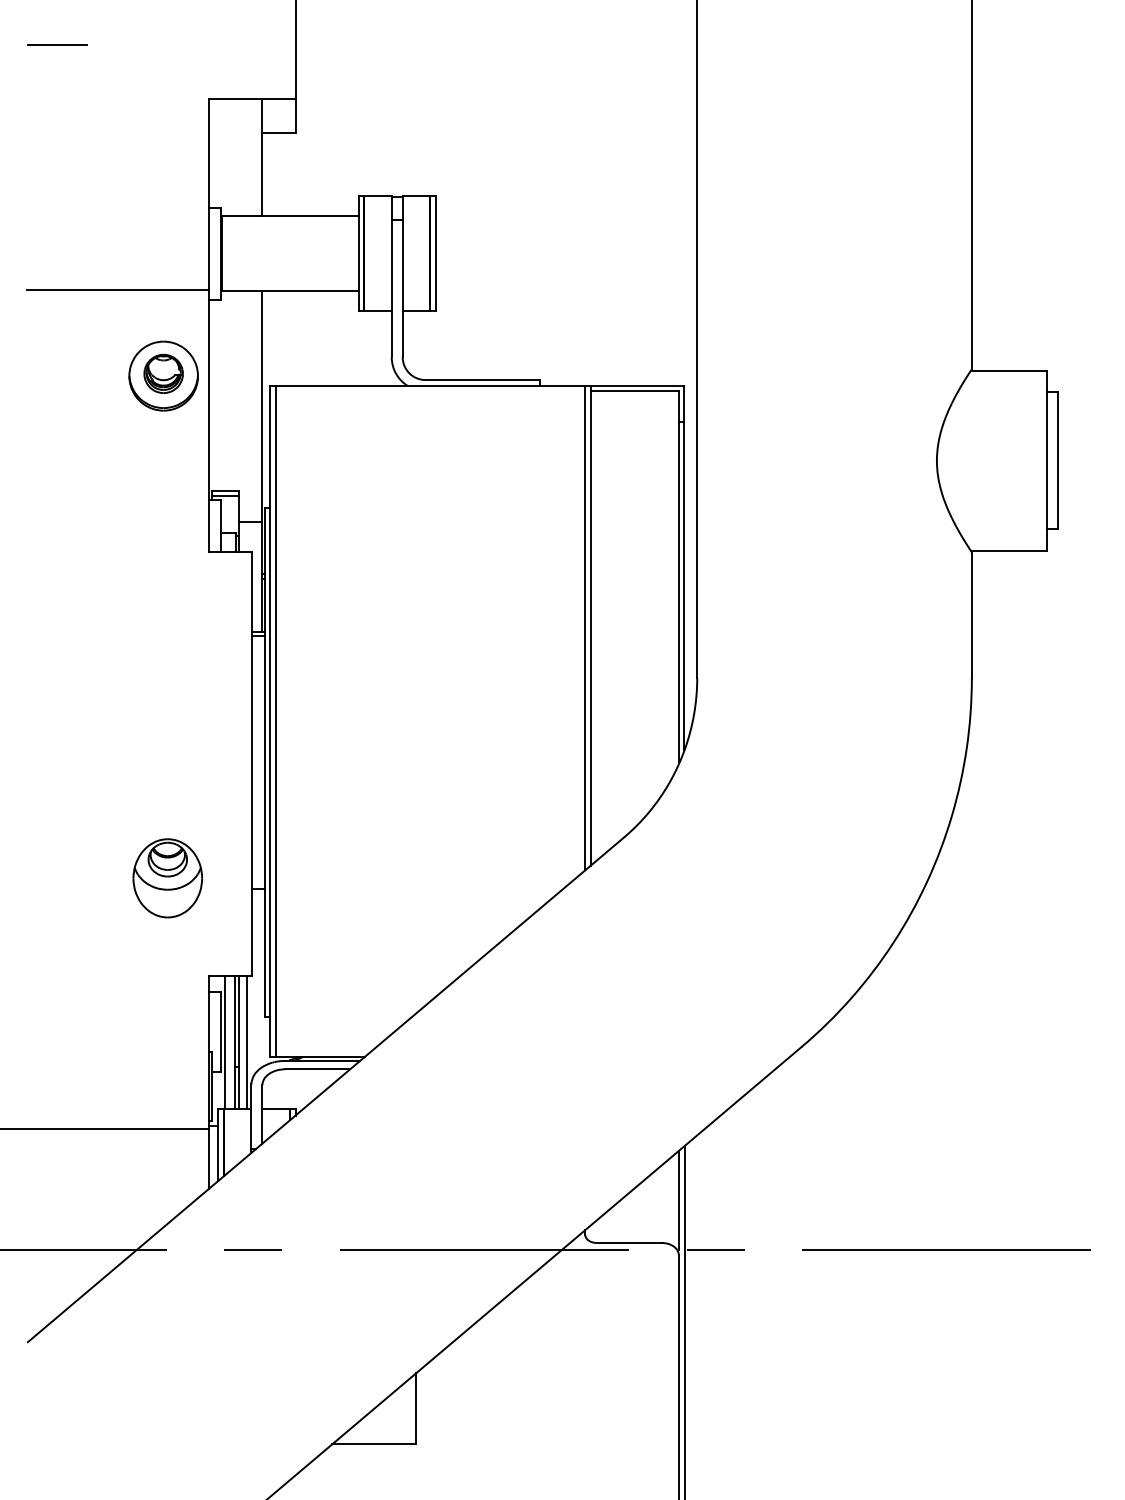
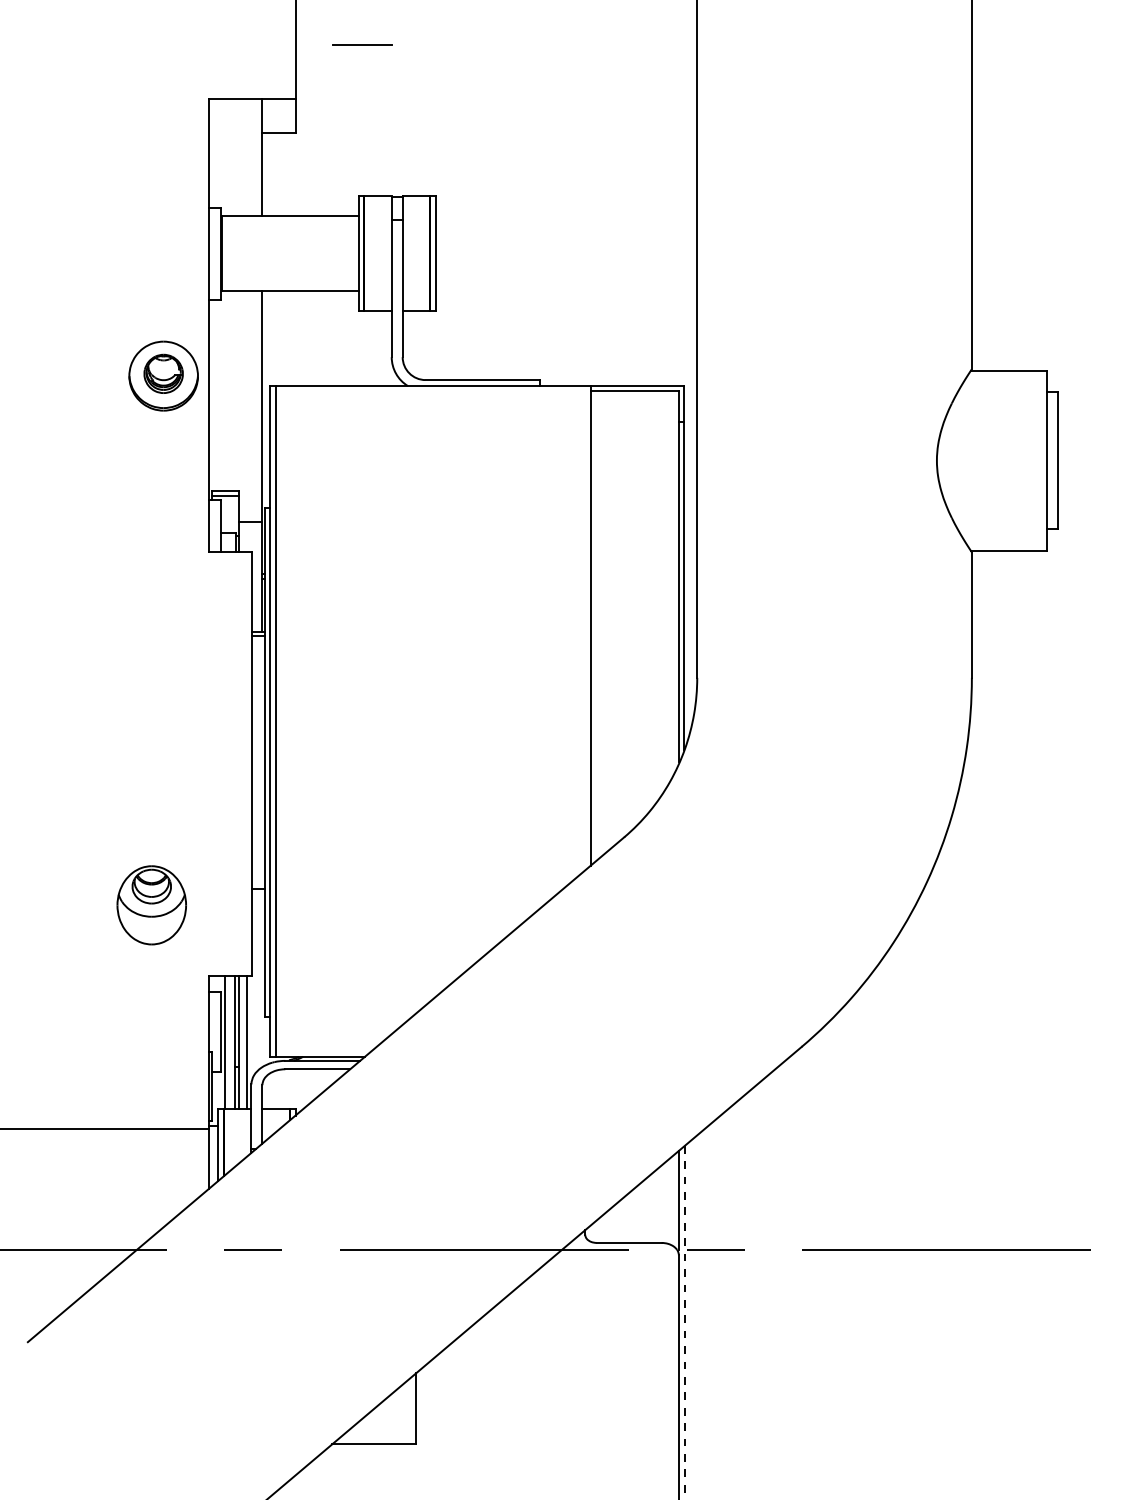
line at (57, 44) position: (57, 44) -> (362, 44)
line at (118, 289): present -> none
line at (585, 627): present -> none
part at (167, 878) position: (167, 878) -> (151, 905)
line at (684, 1322): solid -> dashed
